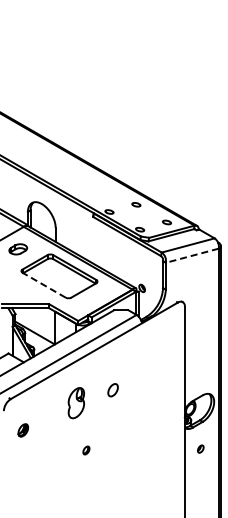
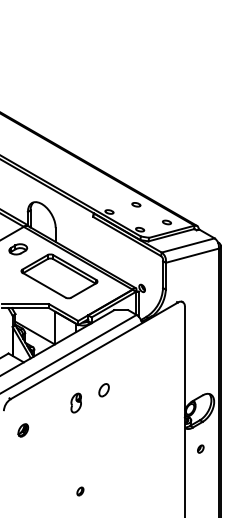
line at (191, 255): dashed -> solid
line at (44, 285): dashed -> solid
part at (112, 390) position: (112, 390) -> (103, 390)
part at (76, 403) size: 19x33 px -> 12x22 px
part at (86, 450) position: (86, 450) -> (80, 491)
